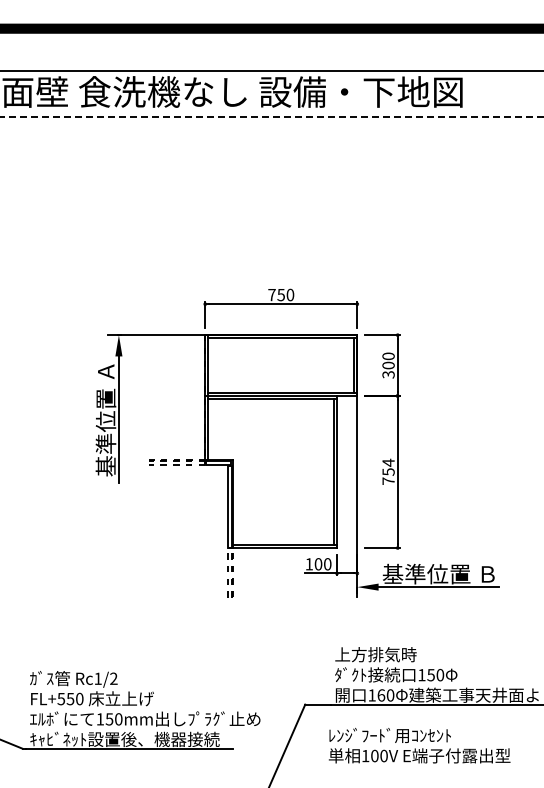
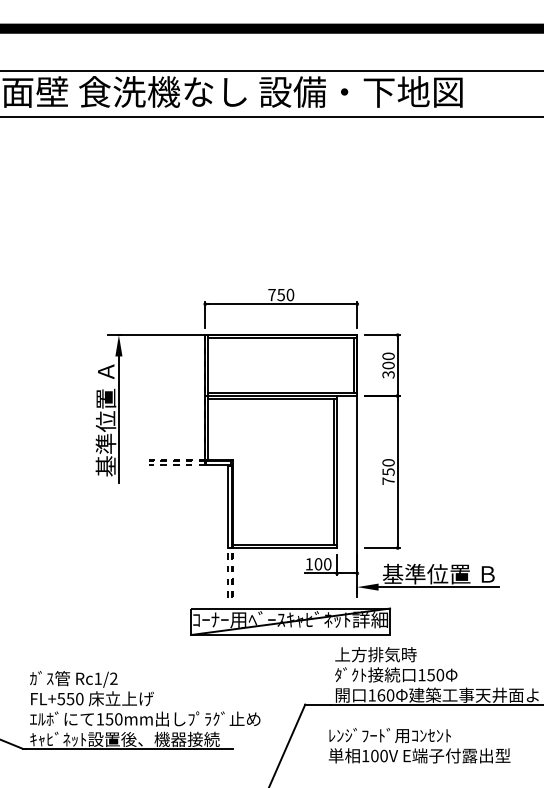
line at (272, 117): dashed -> solid
text at (388, 462): 754 -> 750
part at (290, 621): none -> present
